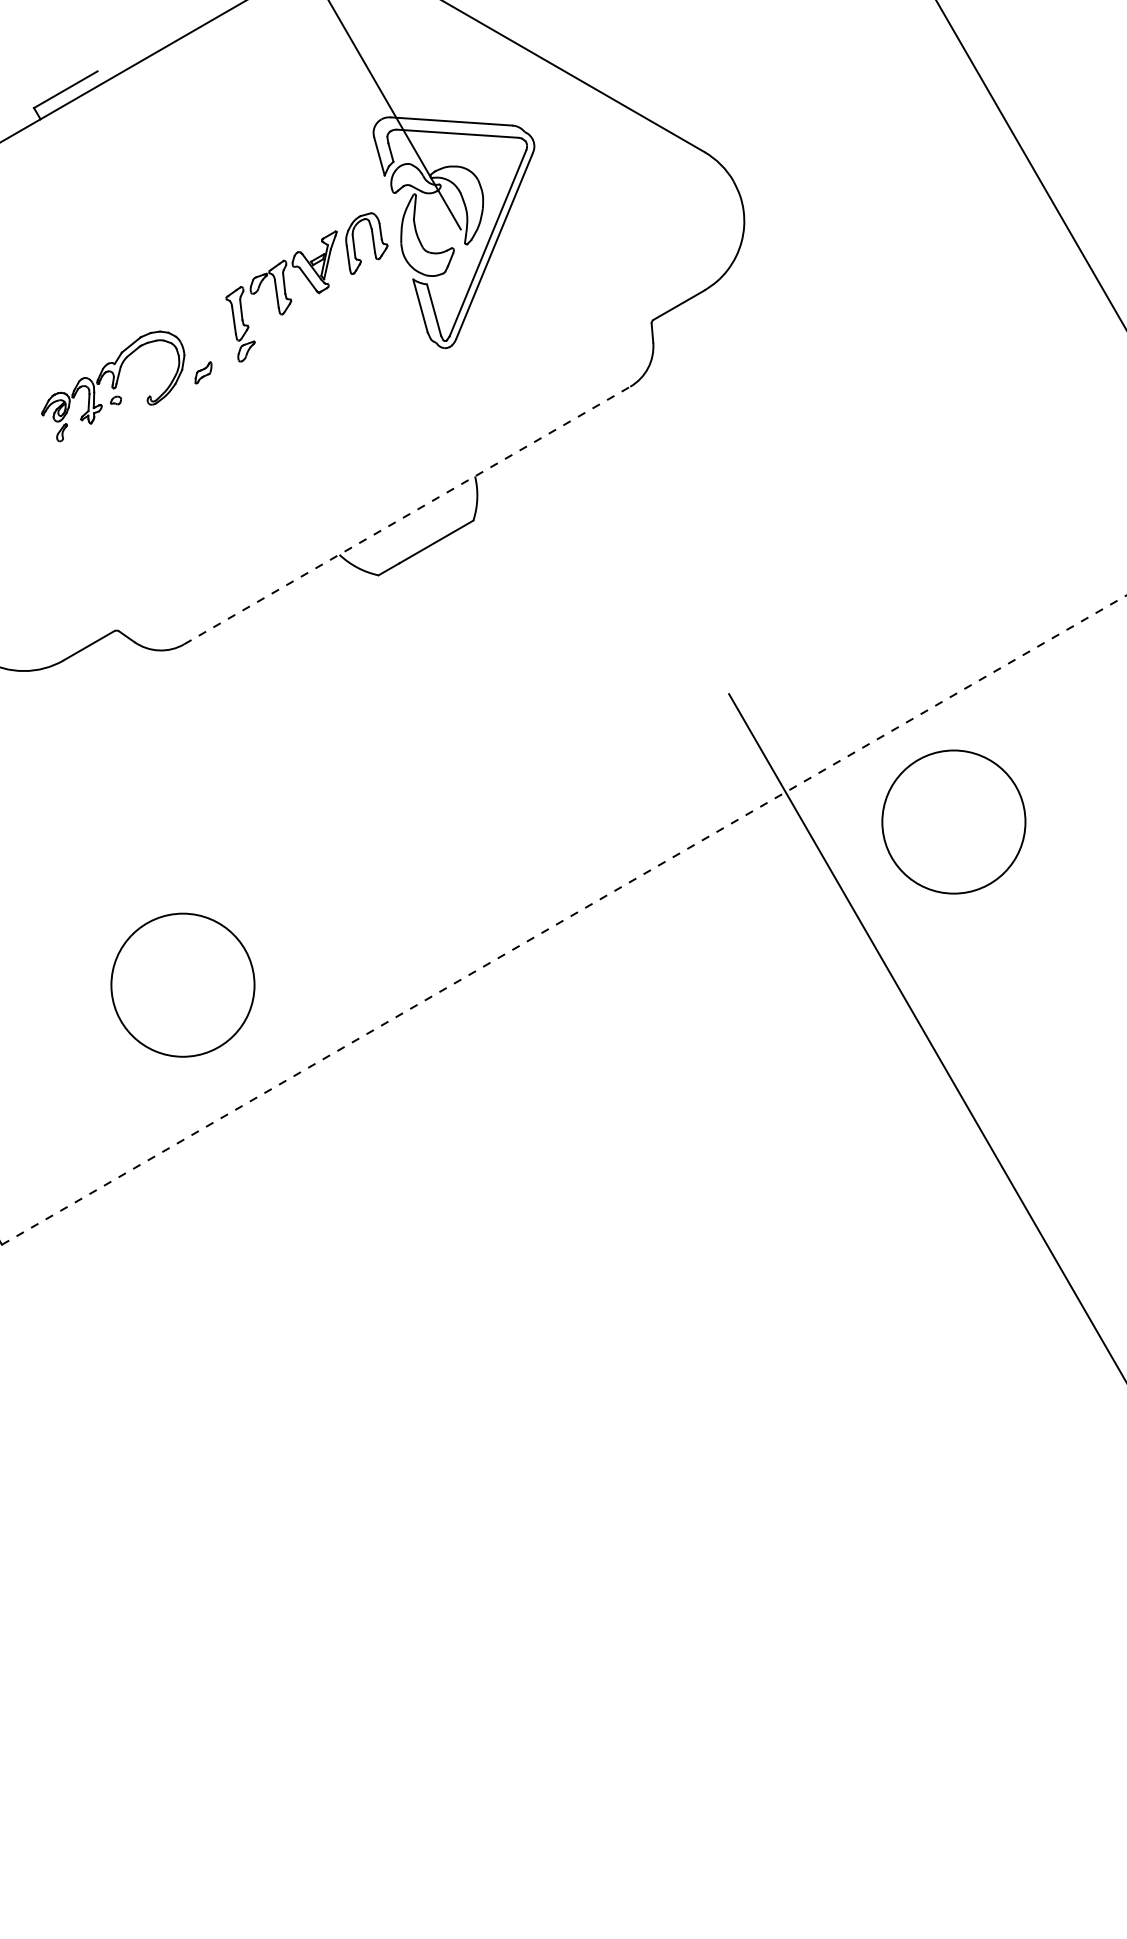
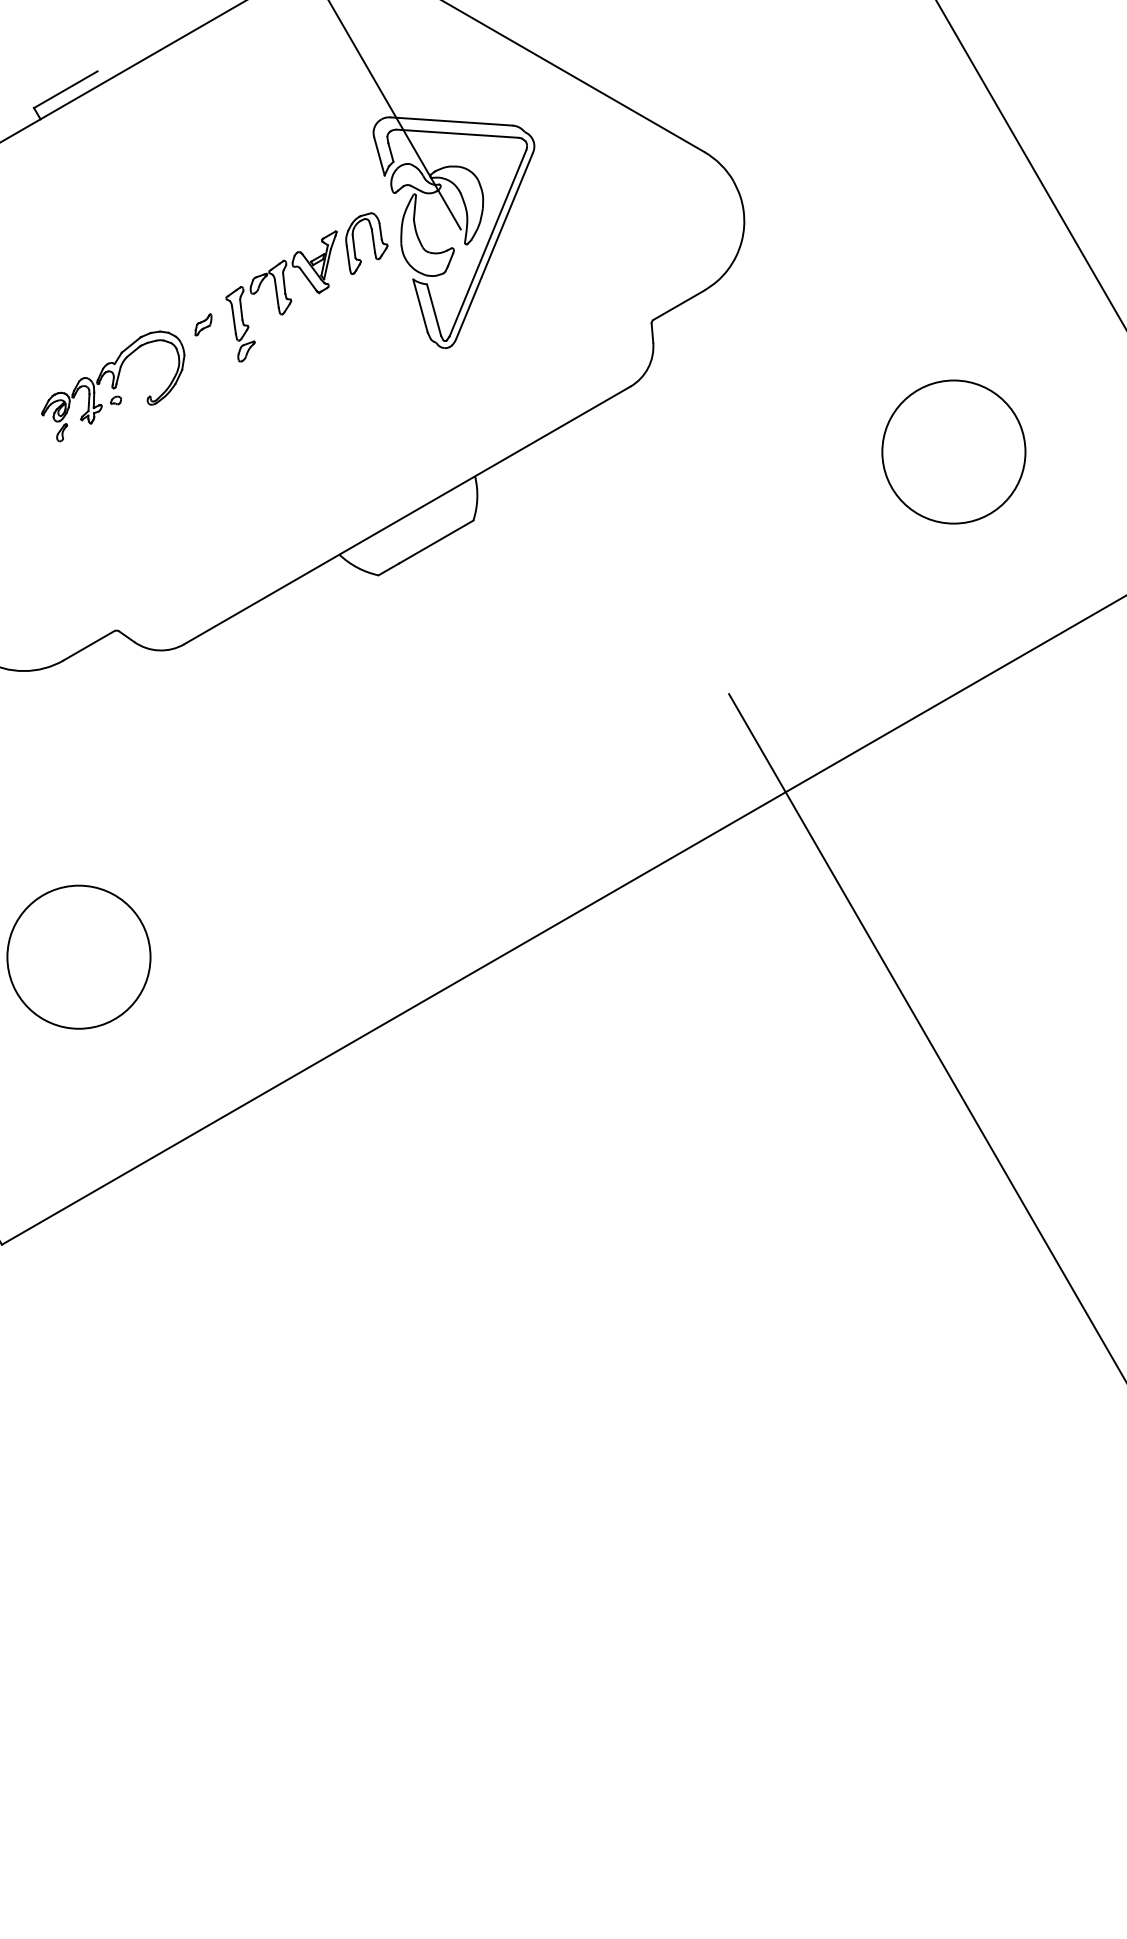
part at (203, 372) position: (203, 372) -> (203, 324)
line at (407, 515): dashed -> solid
circle at (953, 821) position: (953, 821) -> (953, 451)
line at (564, 919): dashed -> solid
circle at (182, 984) position: (182, 984) -> (78, 956)
